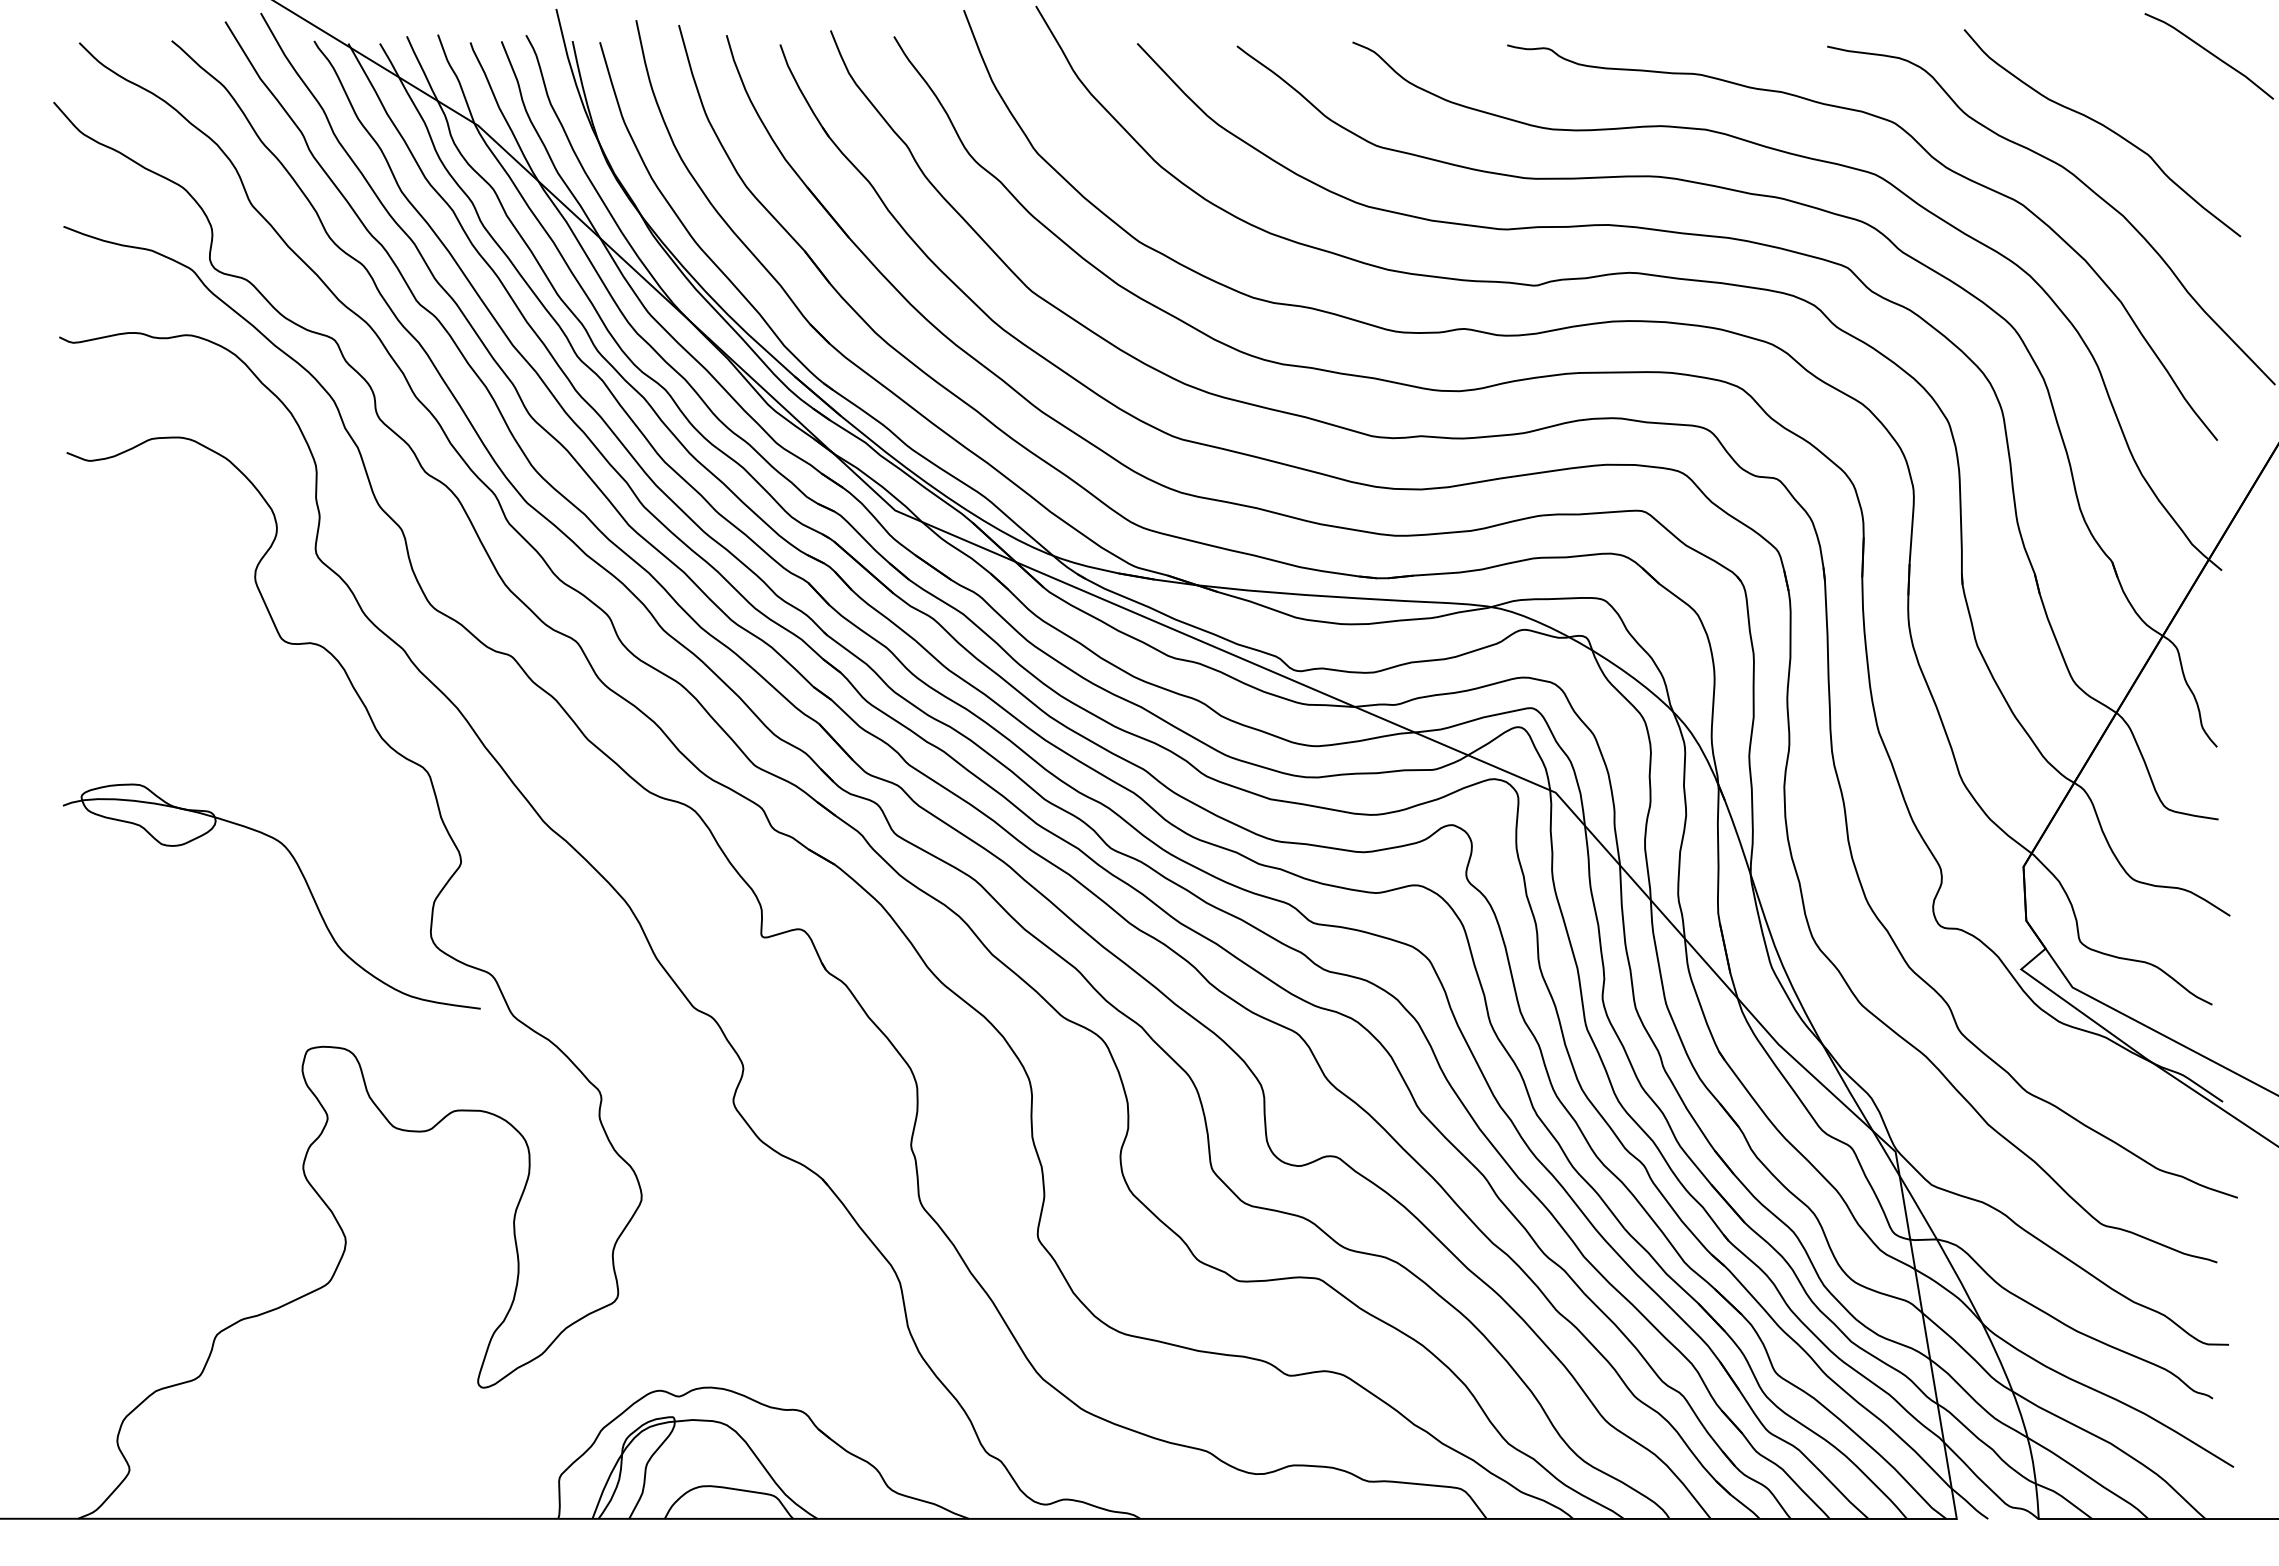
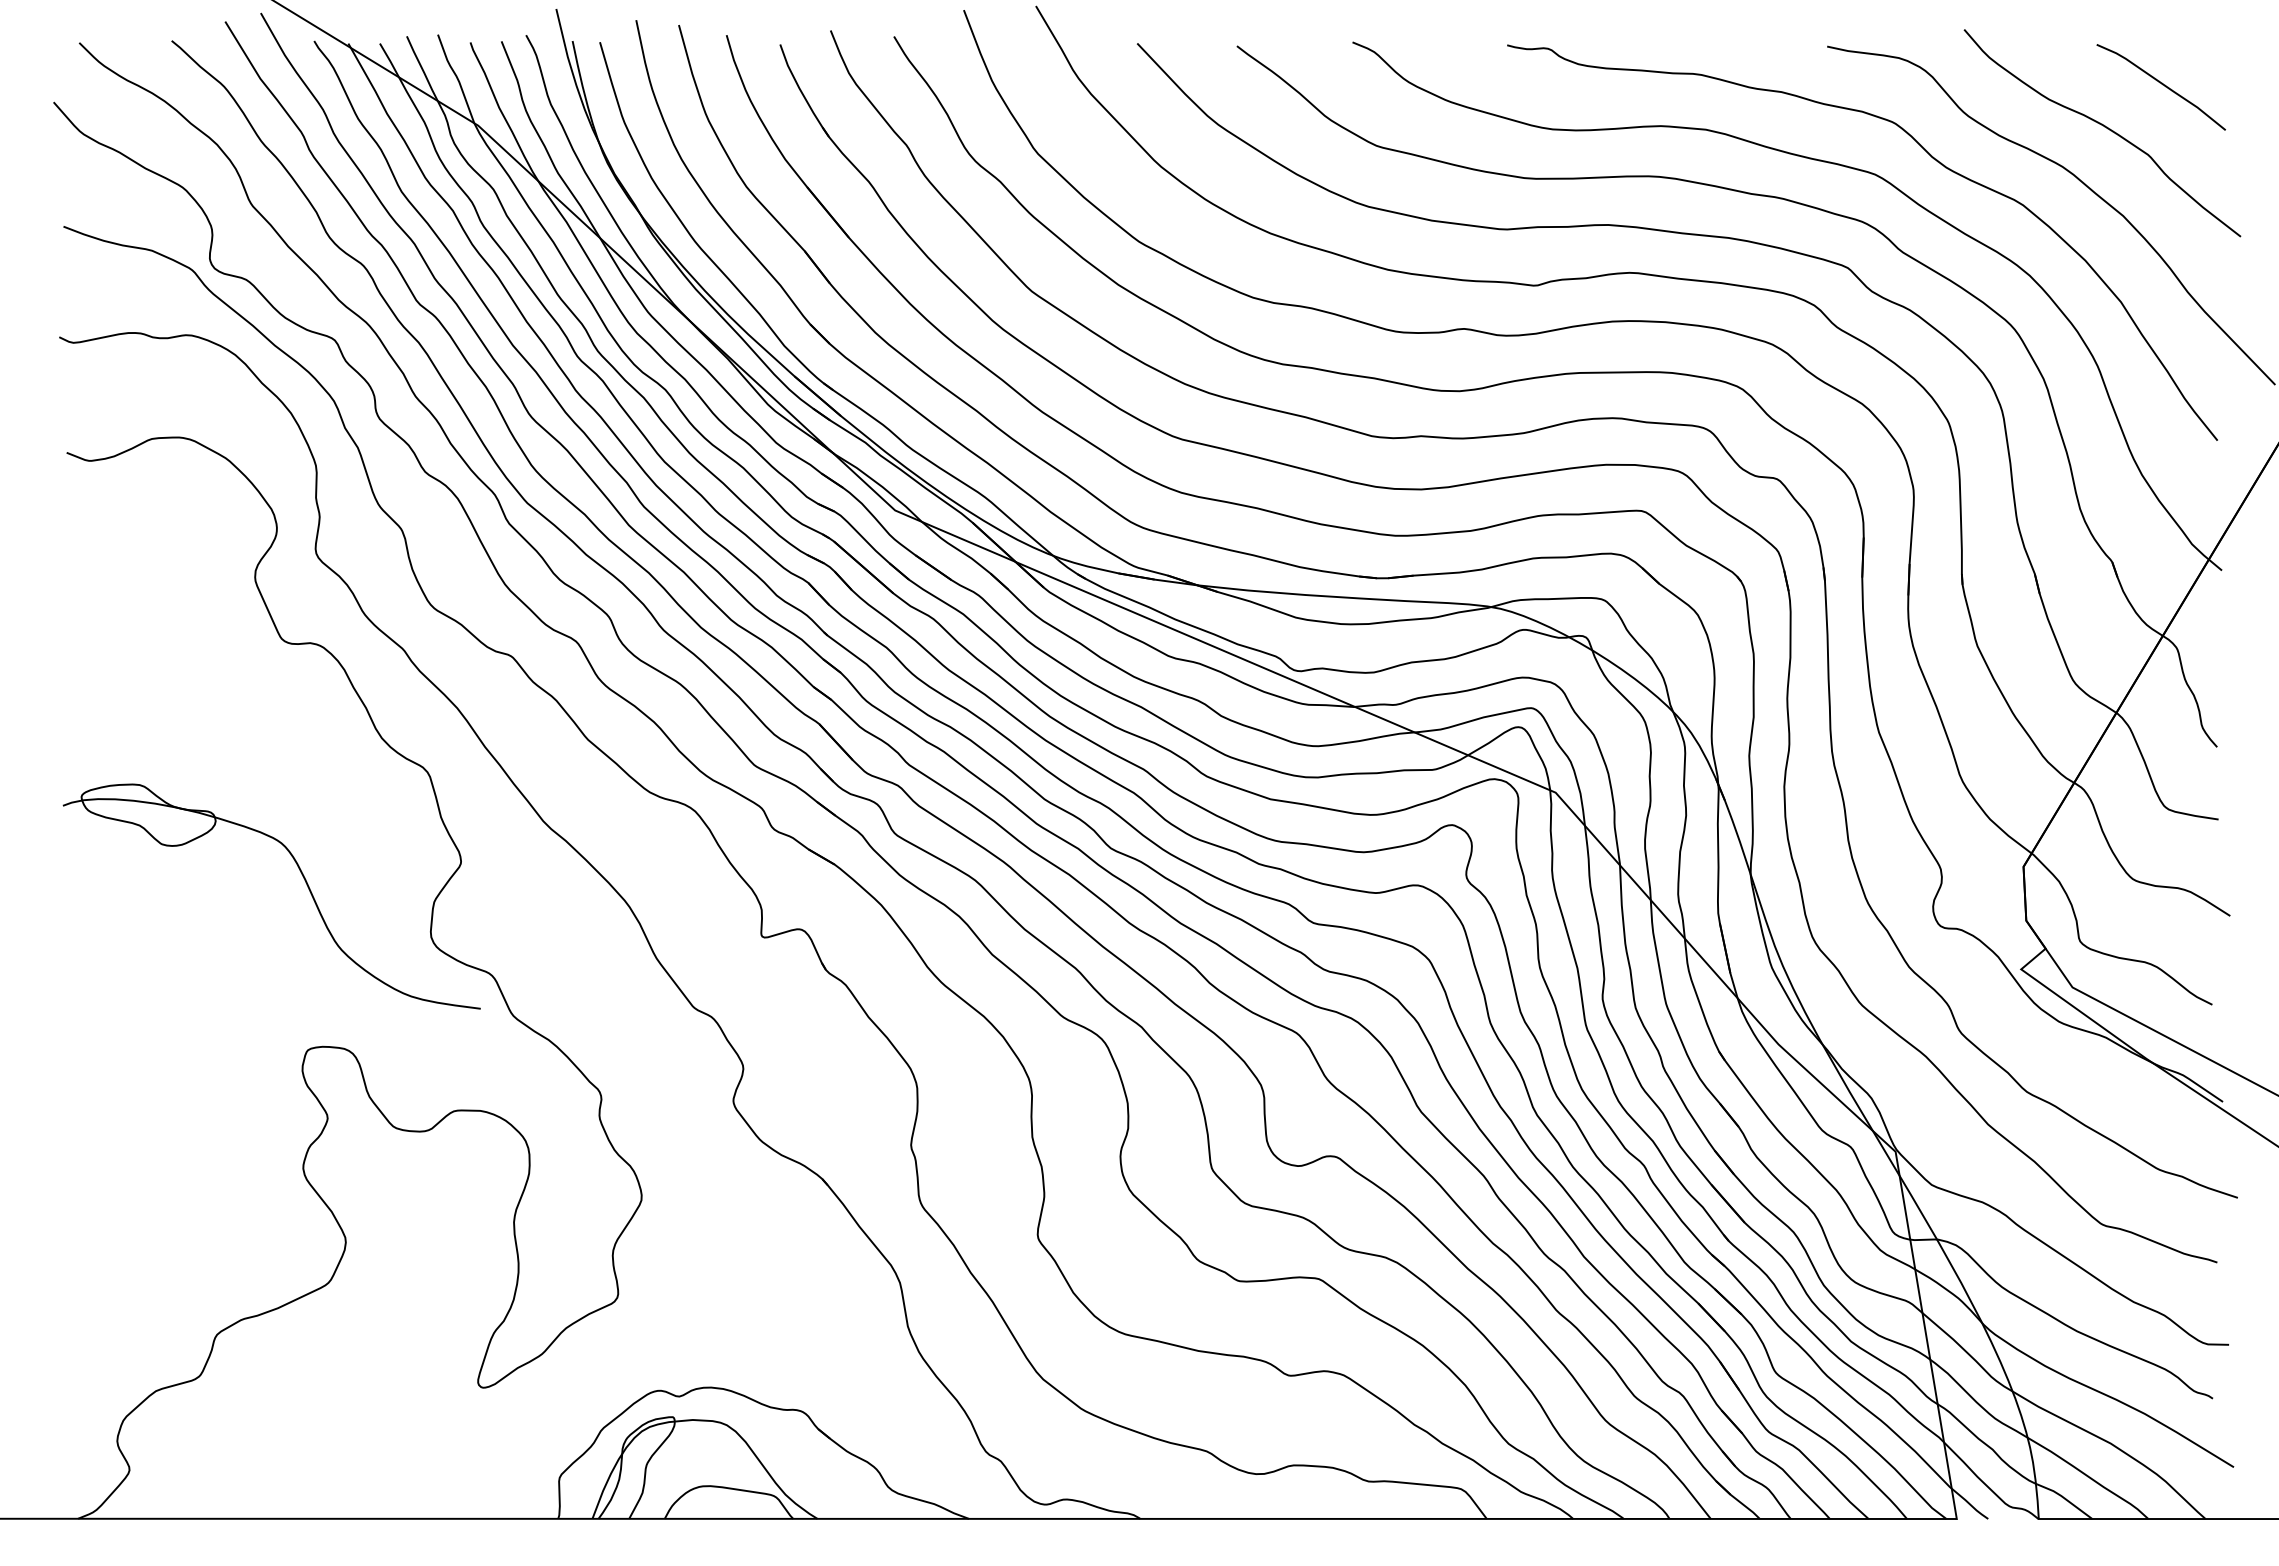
curve at (2210, 54) position: (2210, 54) -> (2162, 85)
